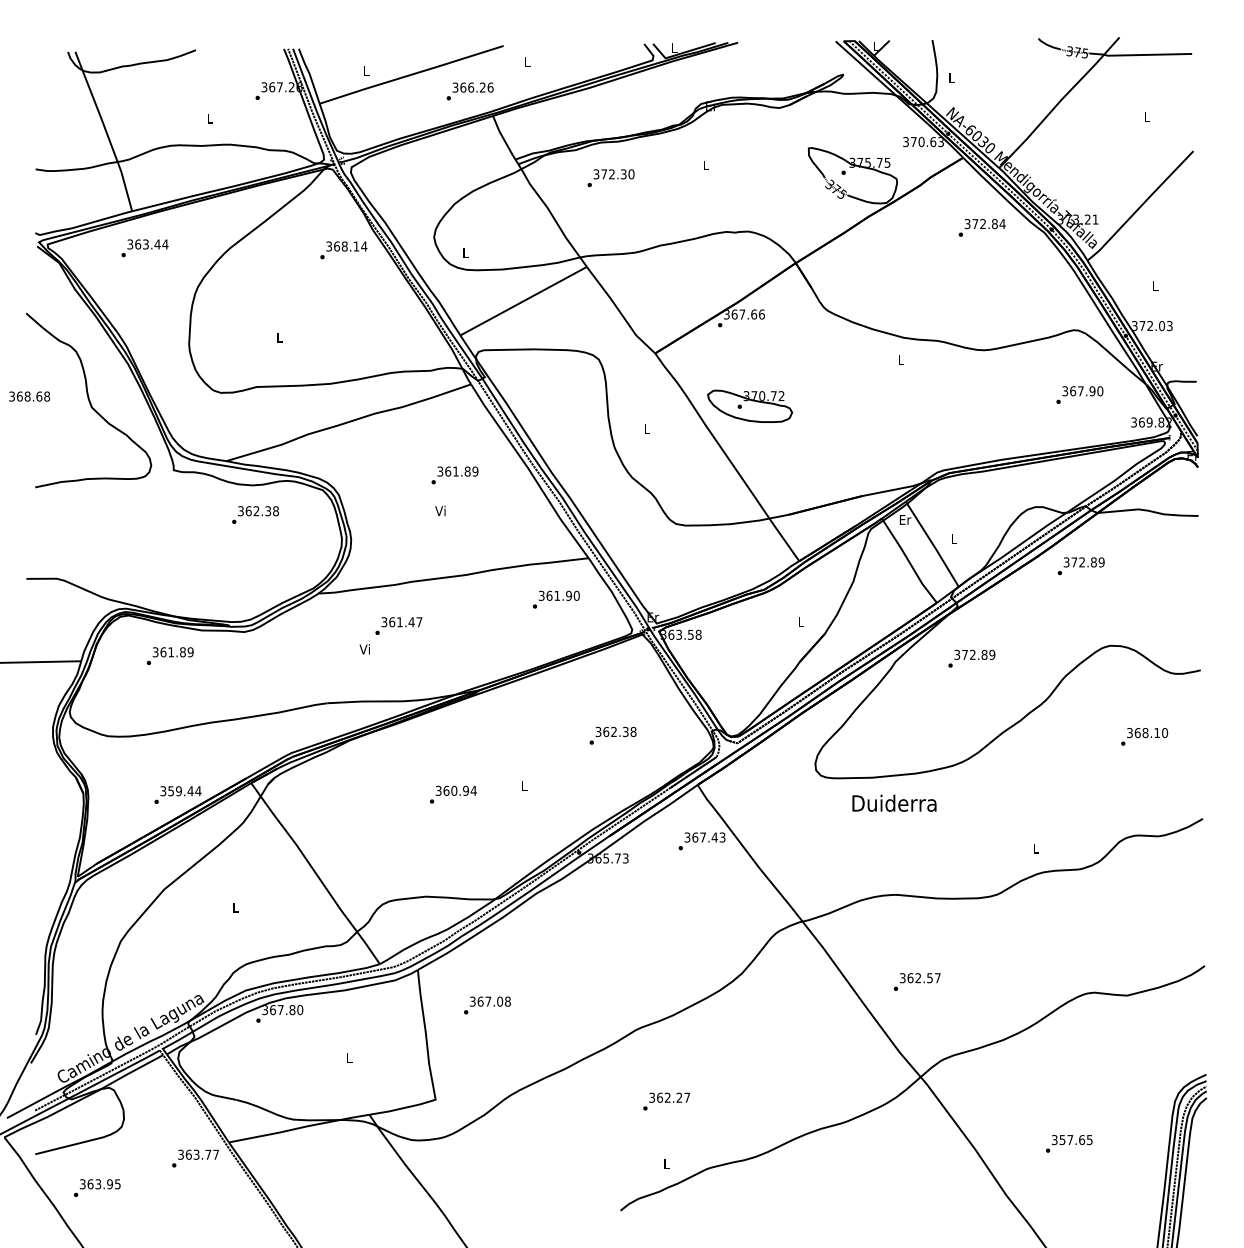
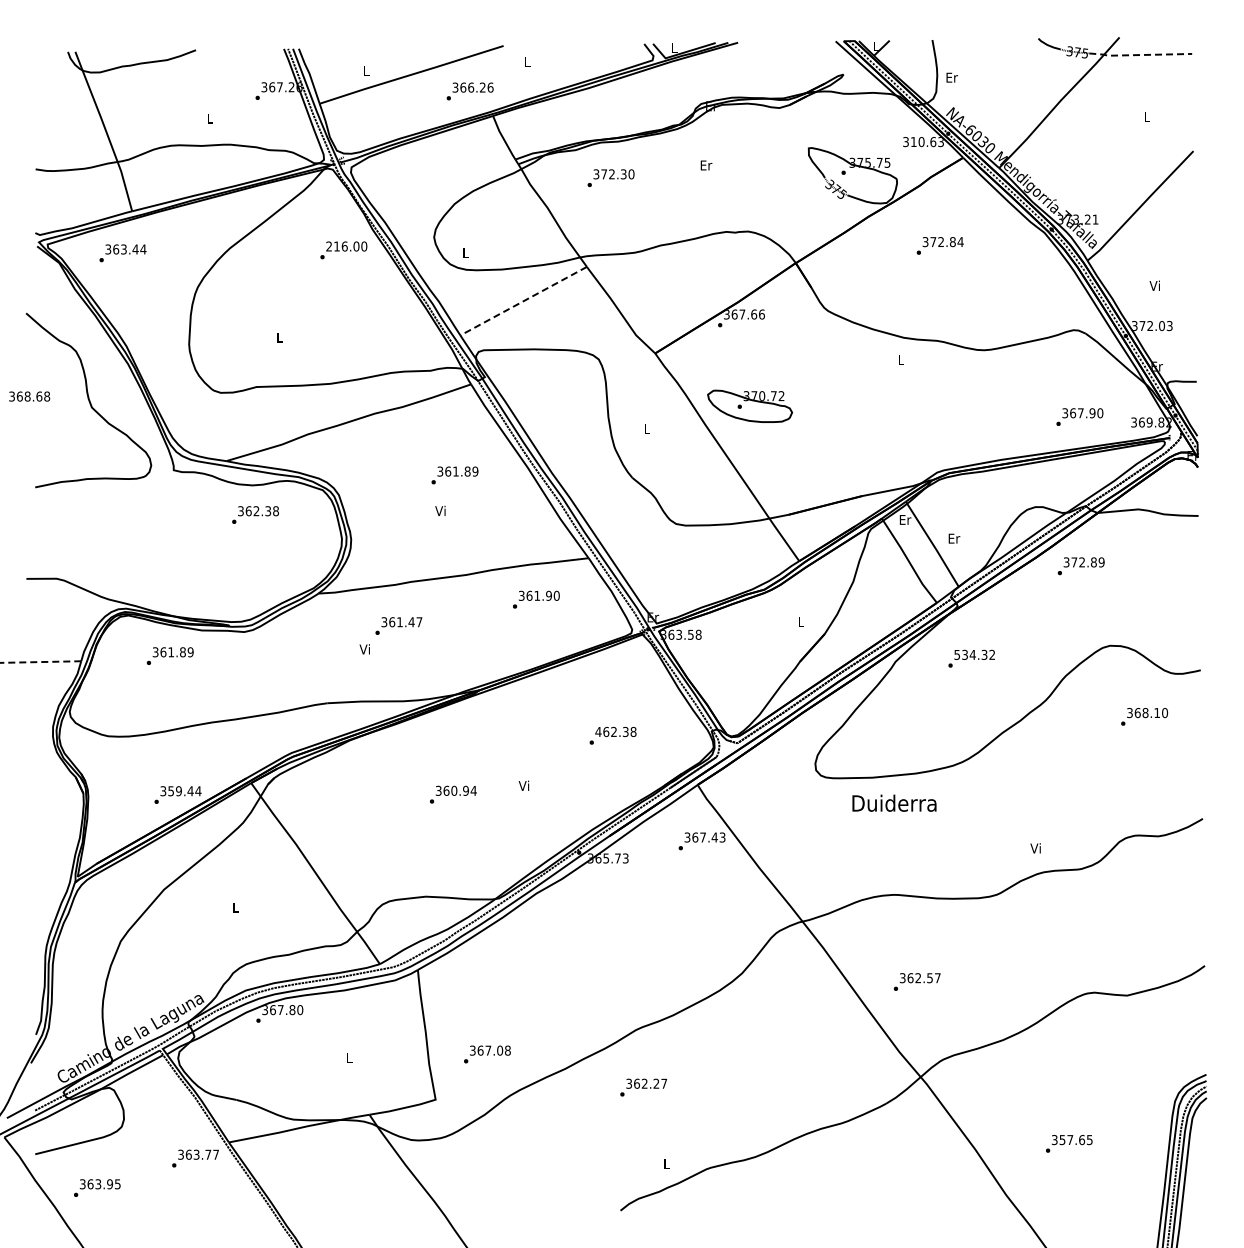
line at (1139, 55): solid -> dashed
text at (951, 77): L -> Er
text at (913, 141): 370.63 -> 310.63
text at (706, 165): L -> Er
text at (981, 227) position: (981, 227) -> (939, 245)
text at (346, 246): 368.14 -> 216.00
text at (144, 248) position: (144, 248) -> (122, 253)
text at (1154, 285): L -> Vi
line at (523, 301): solid -> dashed
text at (1079, 394) position: (1079, 394) -> (1079, 416)
text at (954, 538): L -> Er
text at (556, 599) position: (556, 599) -> (536, 599)
text at (974, 654): 372.89 -> 534.32
line at (40, 662): solid -> dashed
text at (598, 731): 362.38 -> 462.38
text at (1144, 736) position: (1144, 736) -> (1144, 716)
text at (523, 785): L -> Vi
text at (1035, 848): L -> Vi
text at (487, 1005) position: (487, 1005) -> (487, 1054)
text at (666, 1101) position: (666, 1101) -> (643, 1087)
